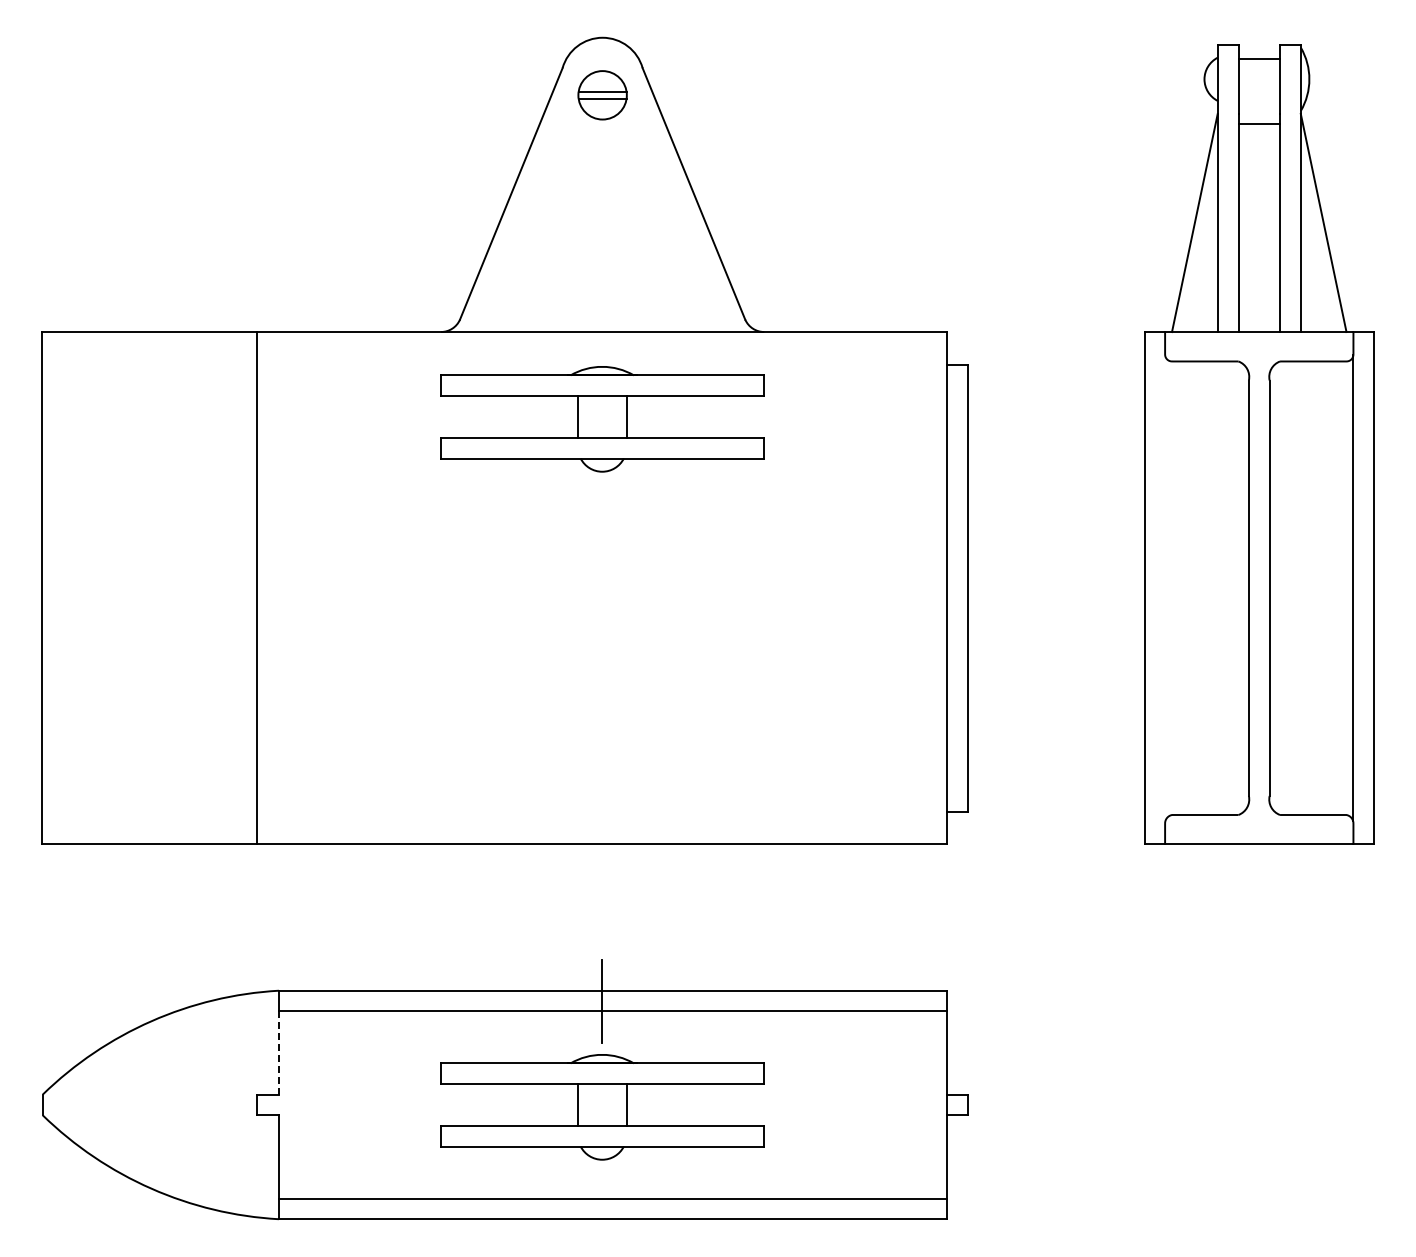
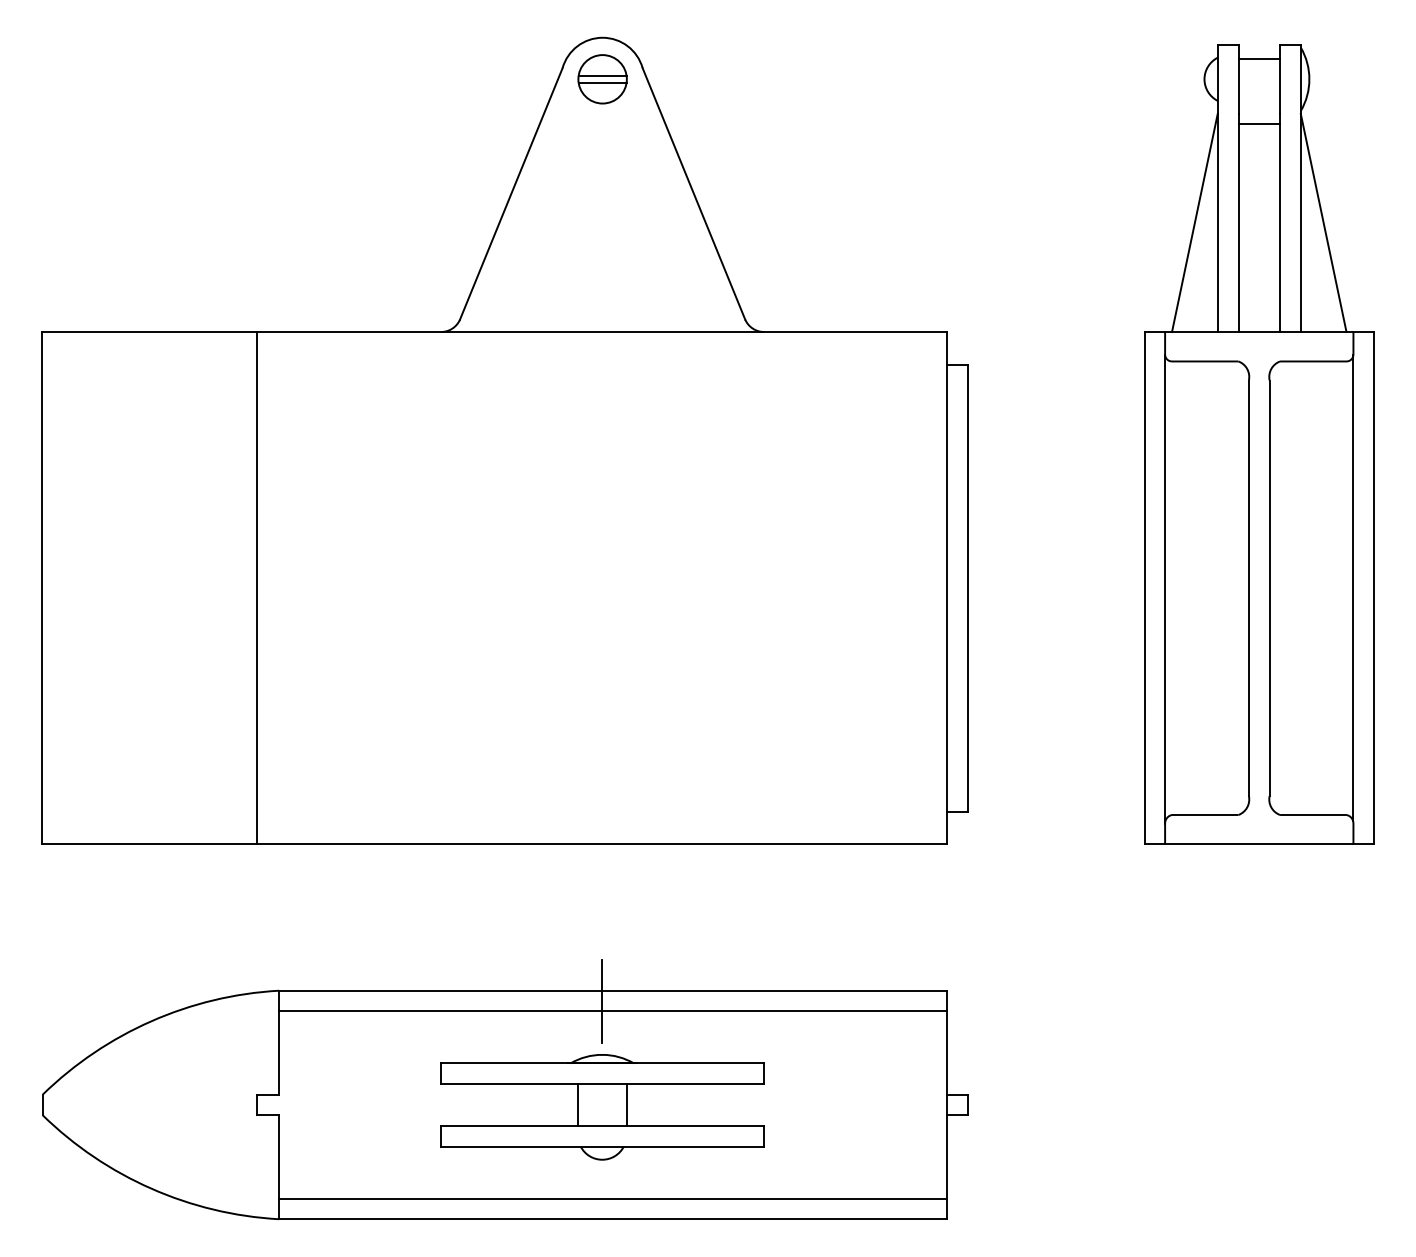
part at (602, 95) position: (602, 95) -> (602, 79)
part at (602, 419): present -> none
line at (1165, 588): none -> present
line at (278, 1052): dashed -> solid
